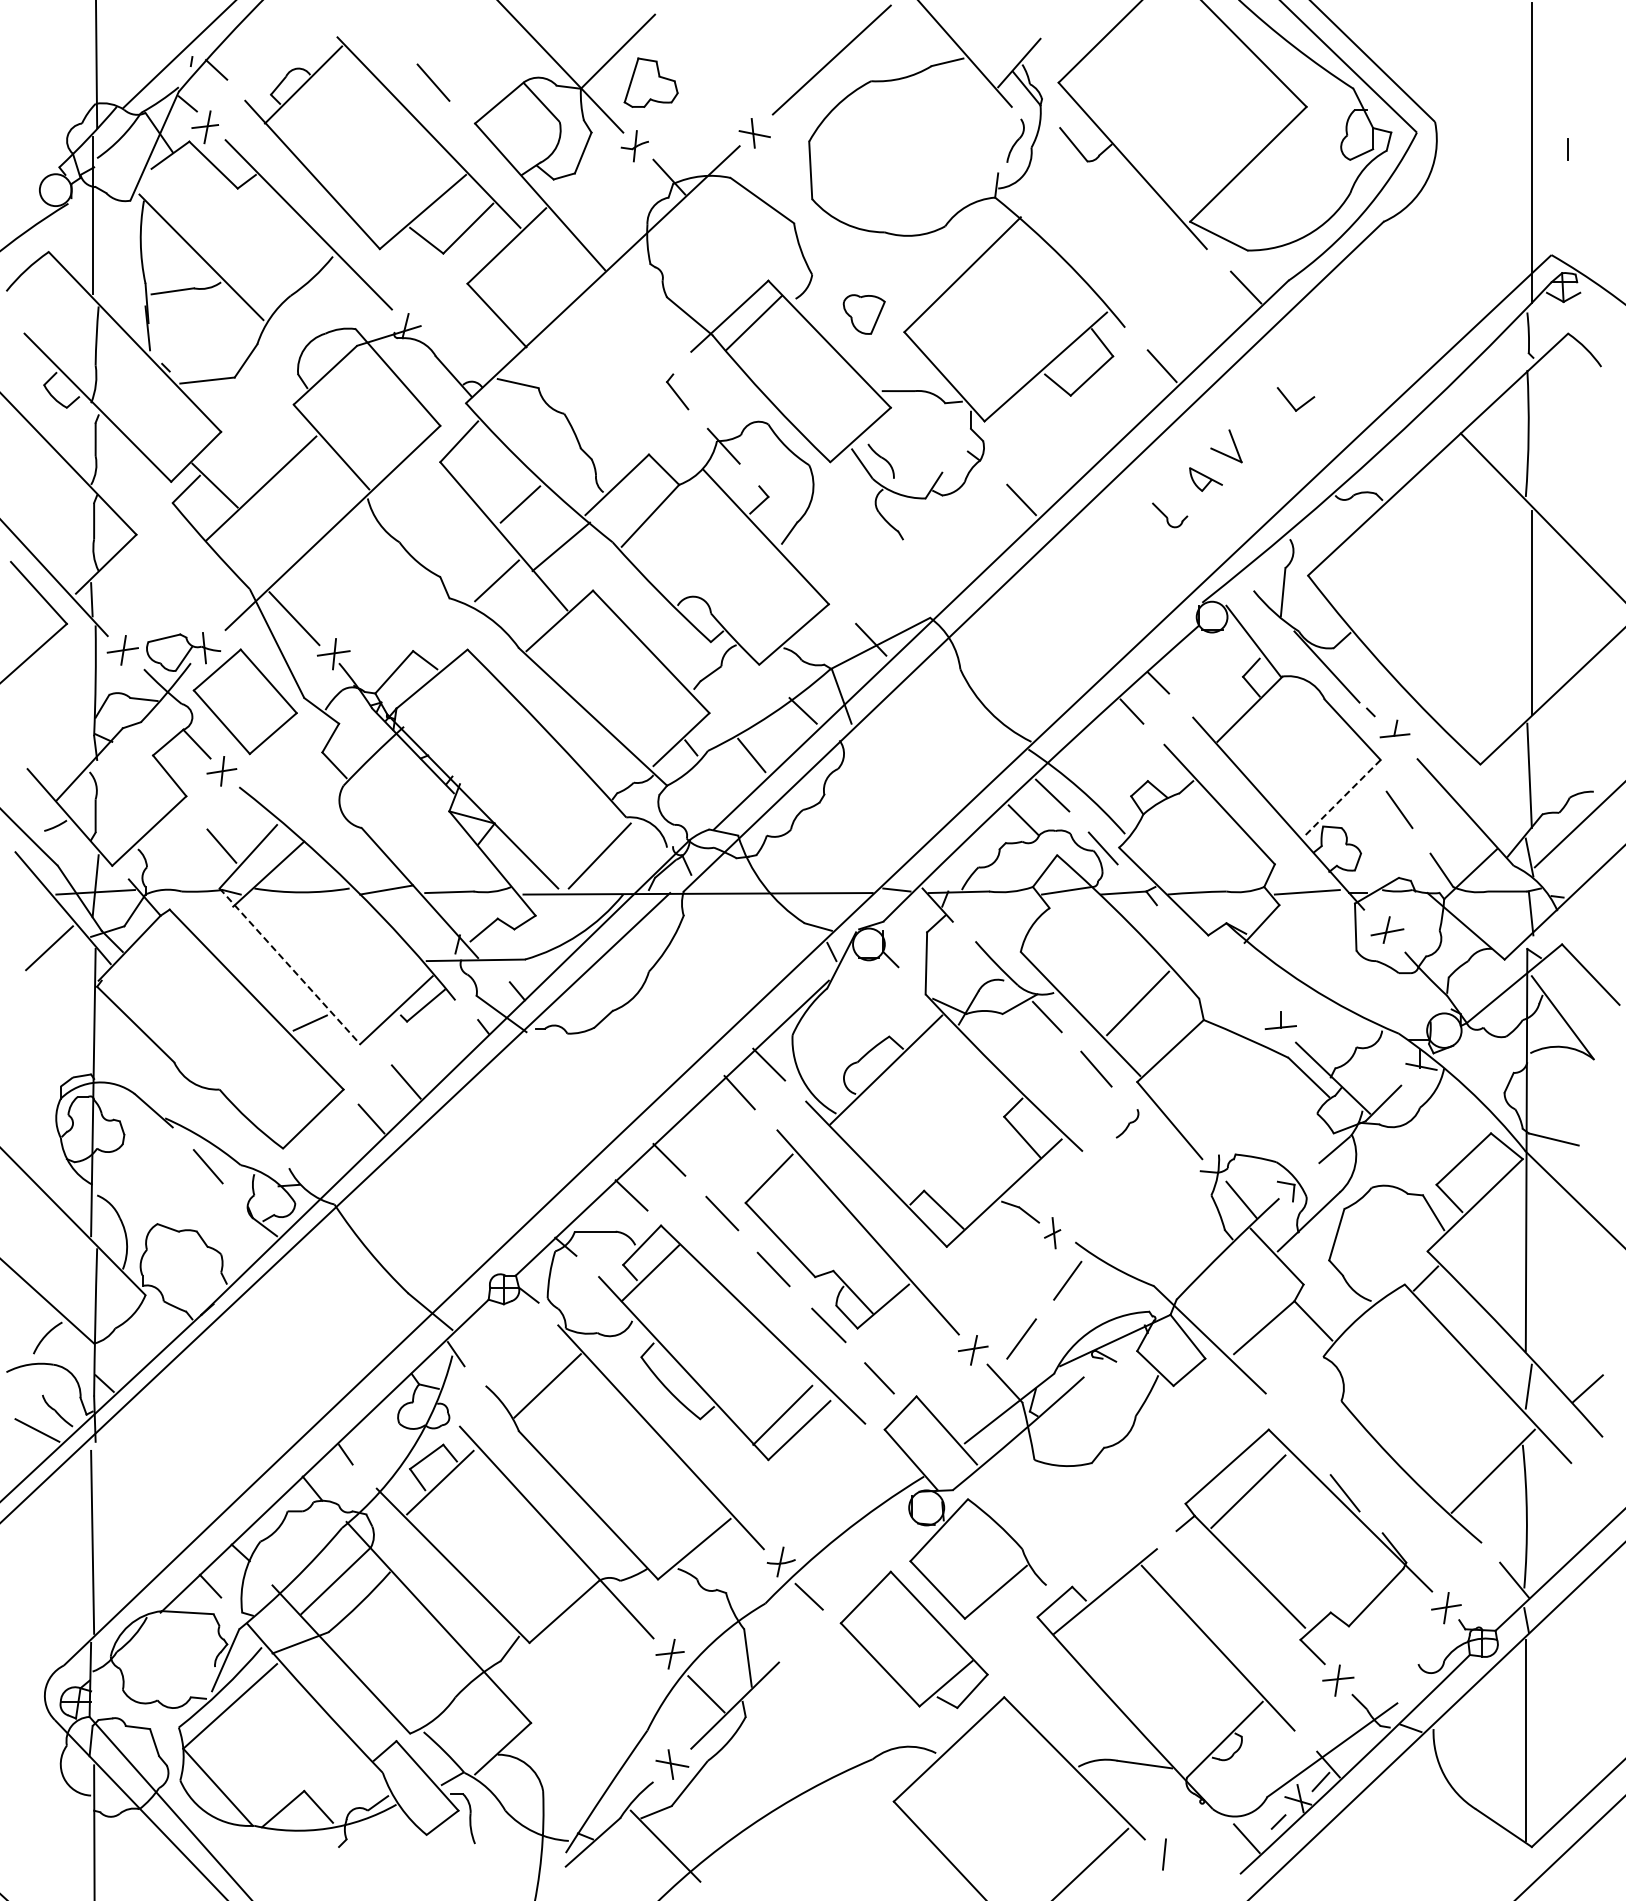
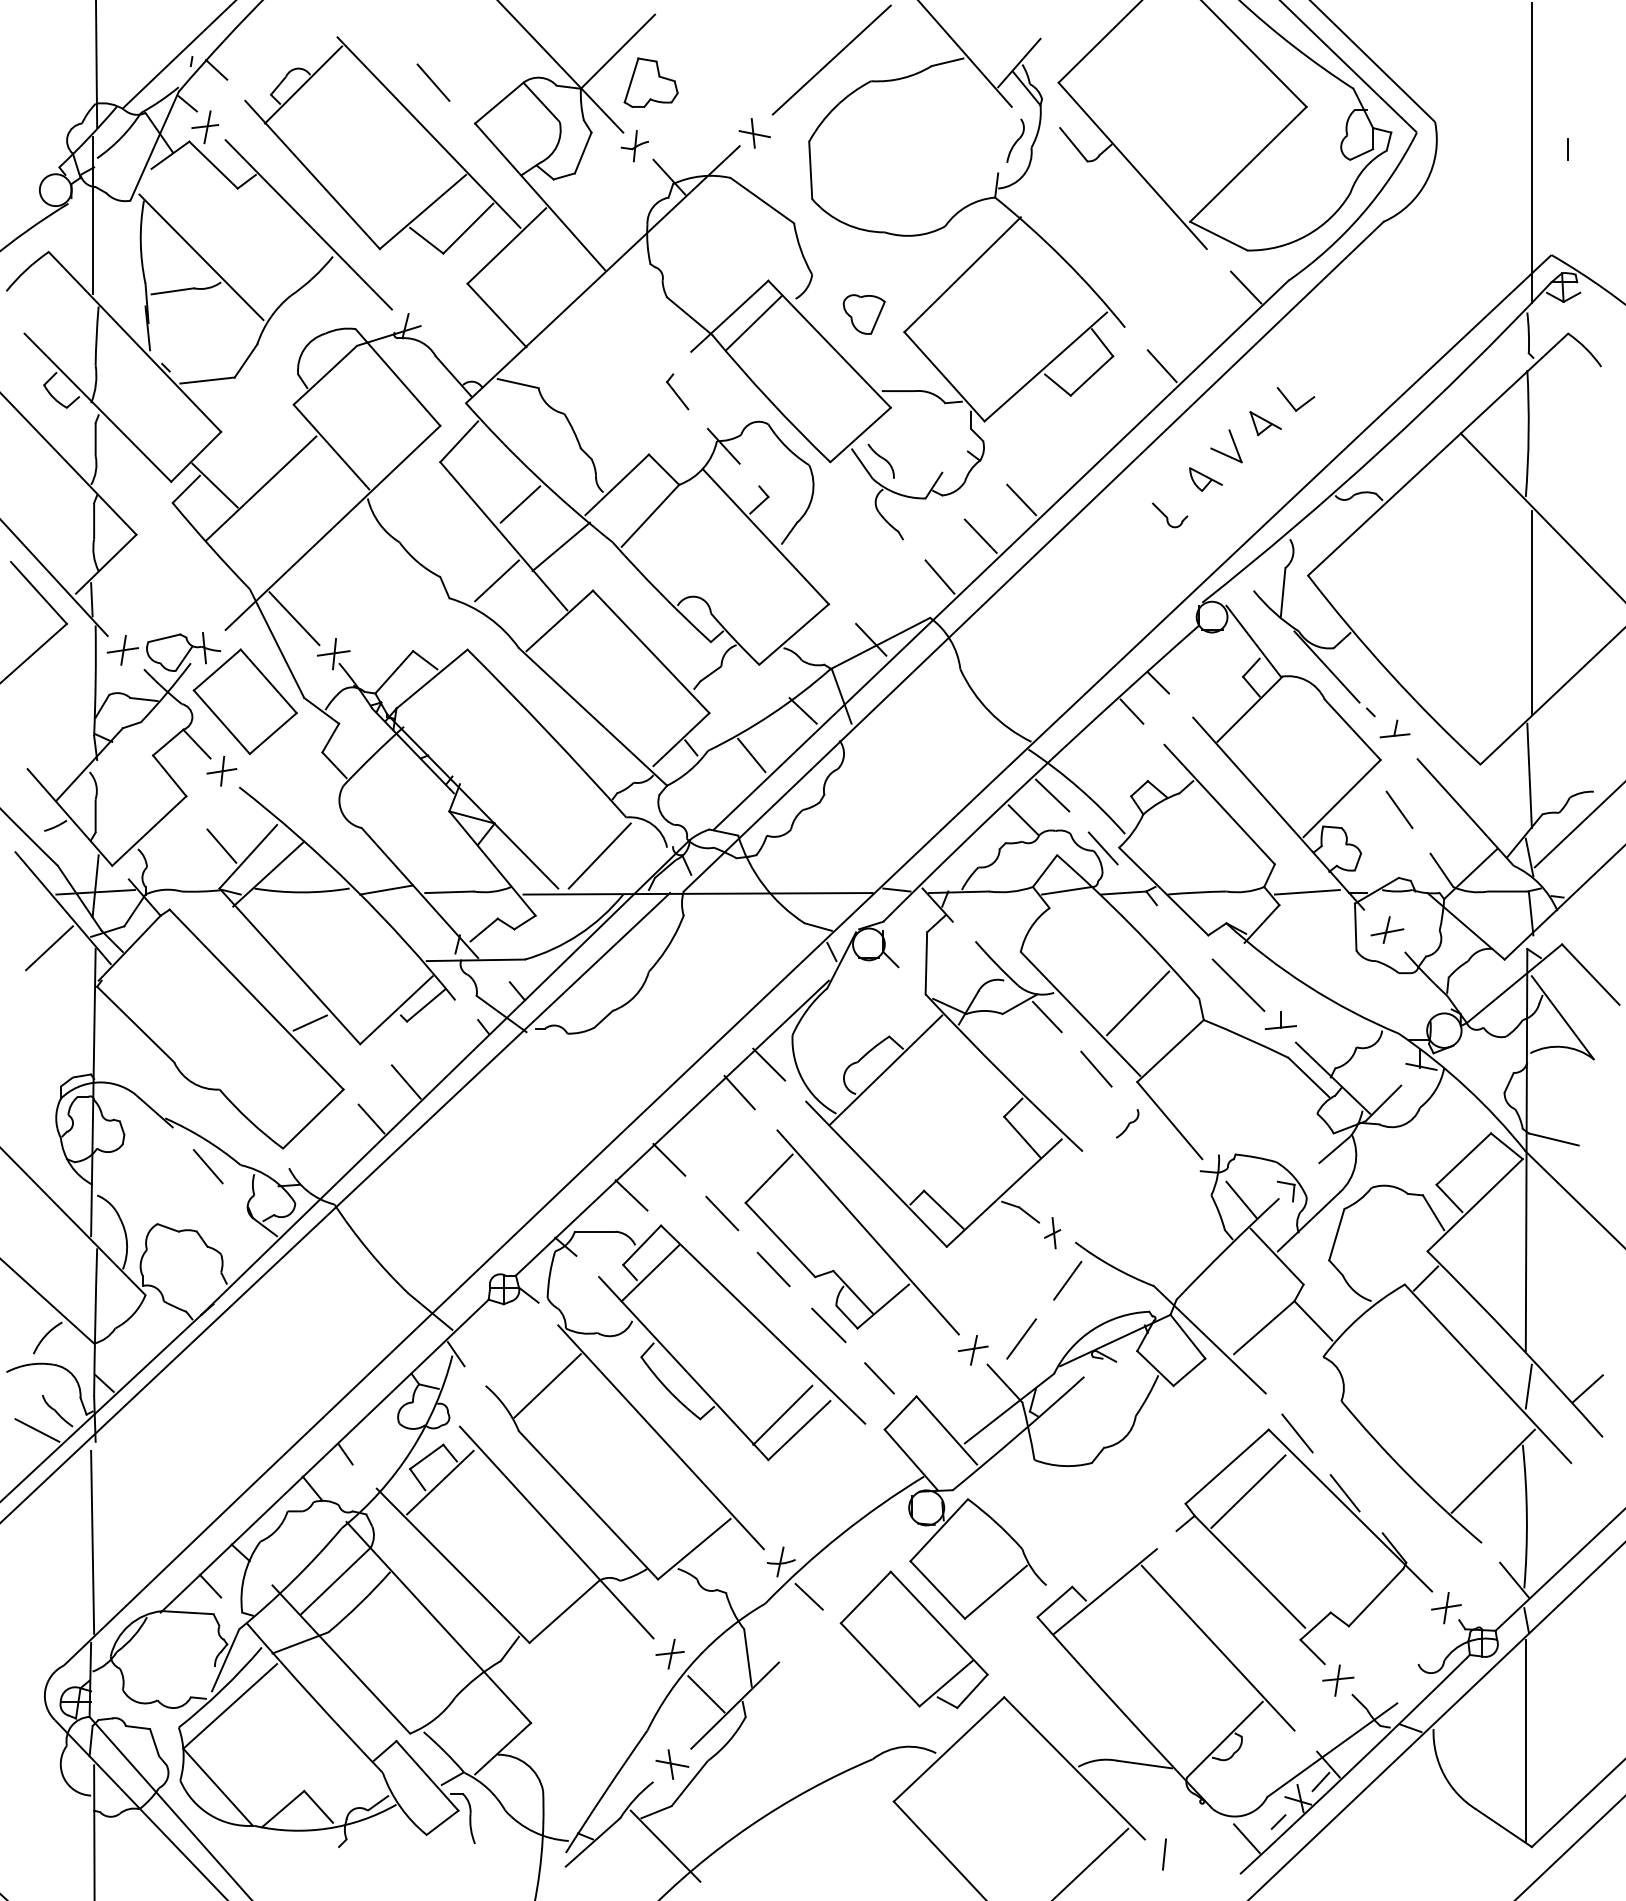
part at (1265, 423): none -> present
line at (980, 535): none -> present
line at (939, 576): none -> present
line at (1342, 798): dashed -> solid
line at (289, 966): dashed -> solid
line at (1238, 984): none -> present
line at (1297, 1433): none -> present
